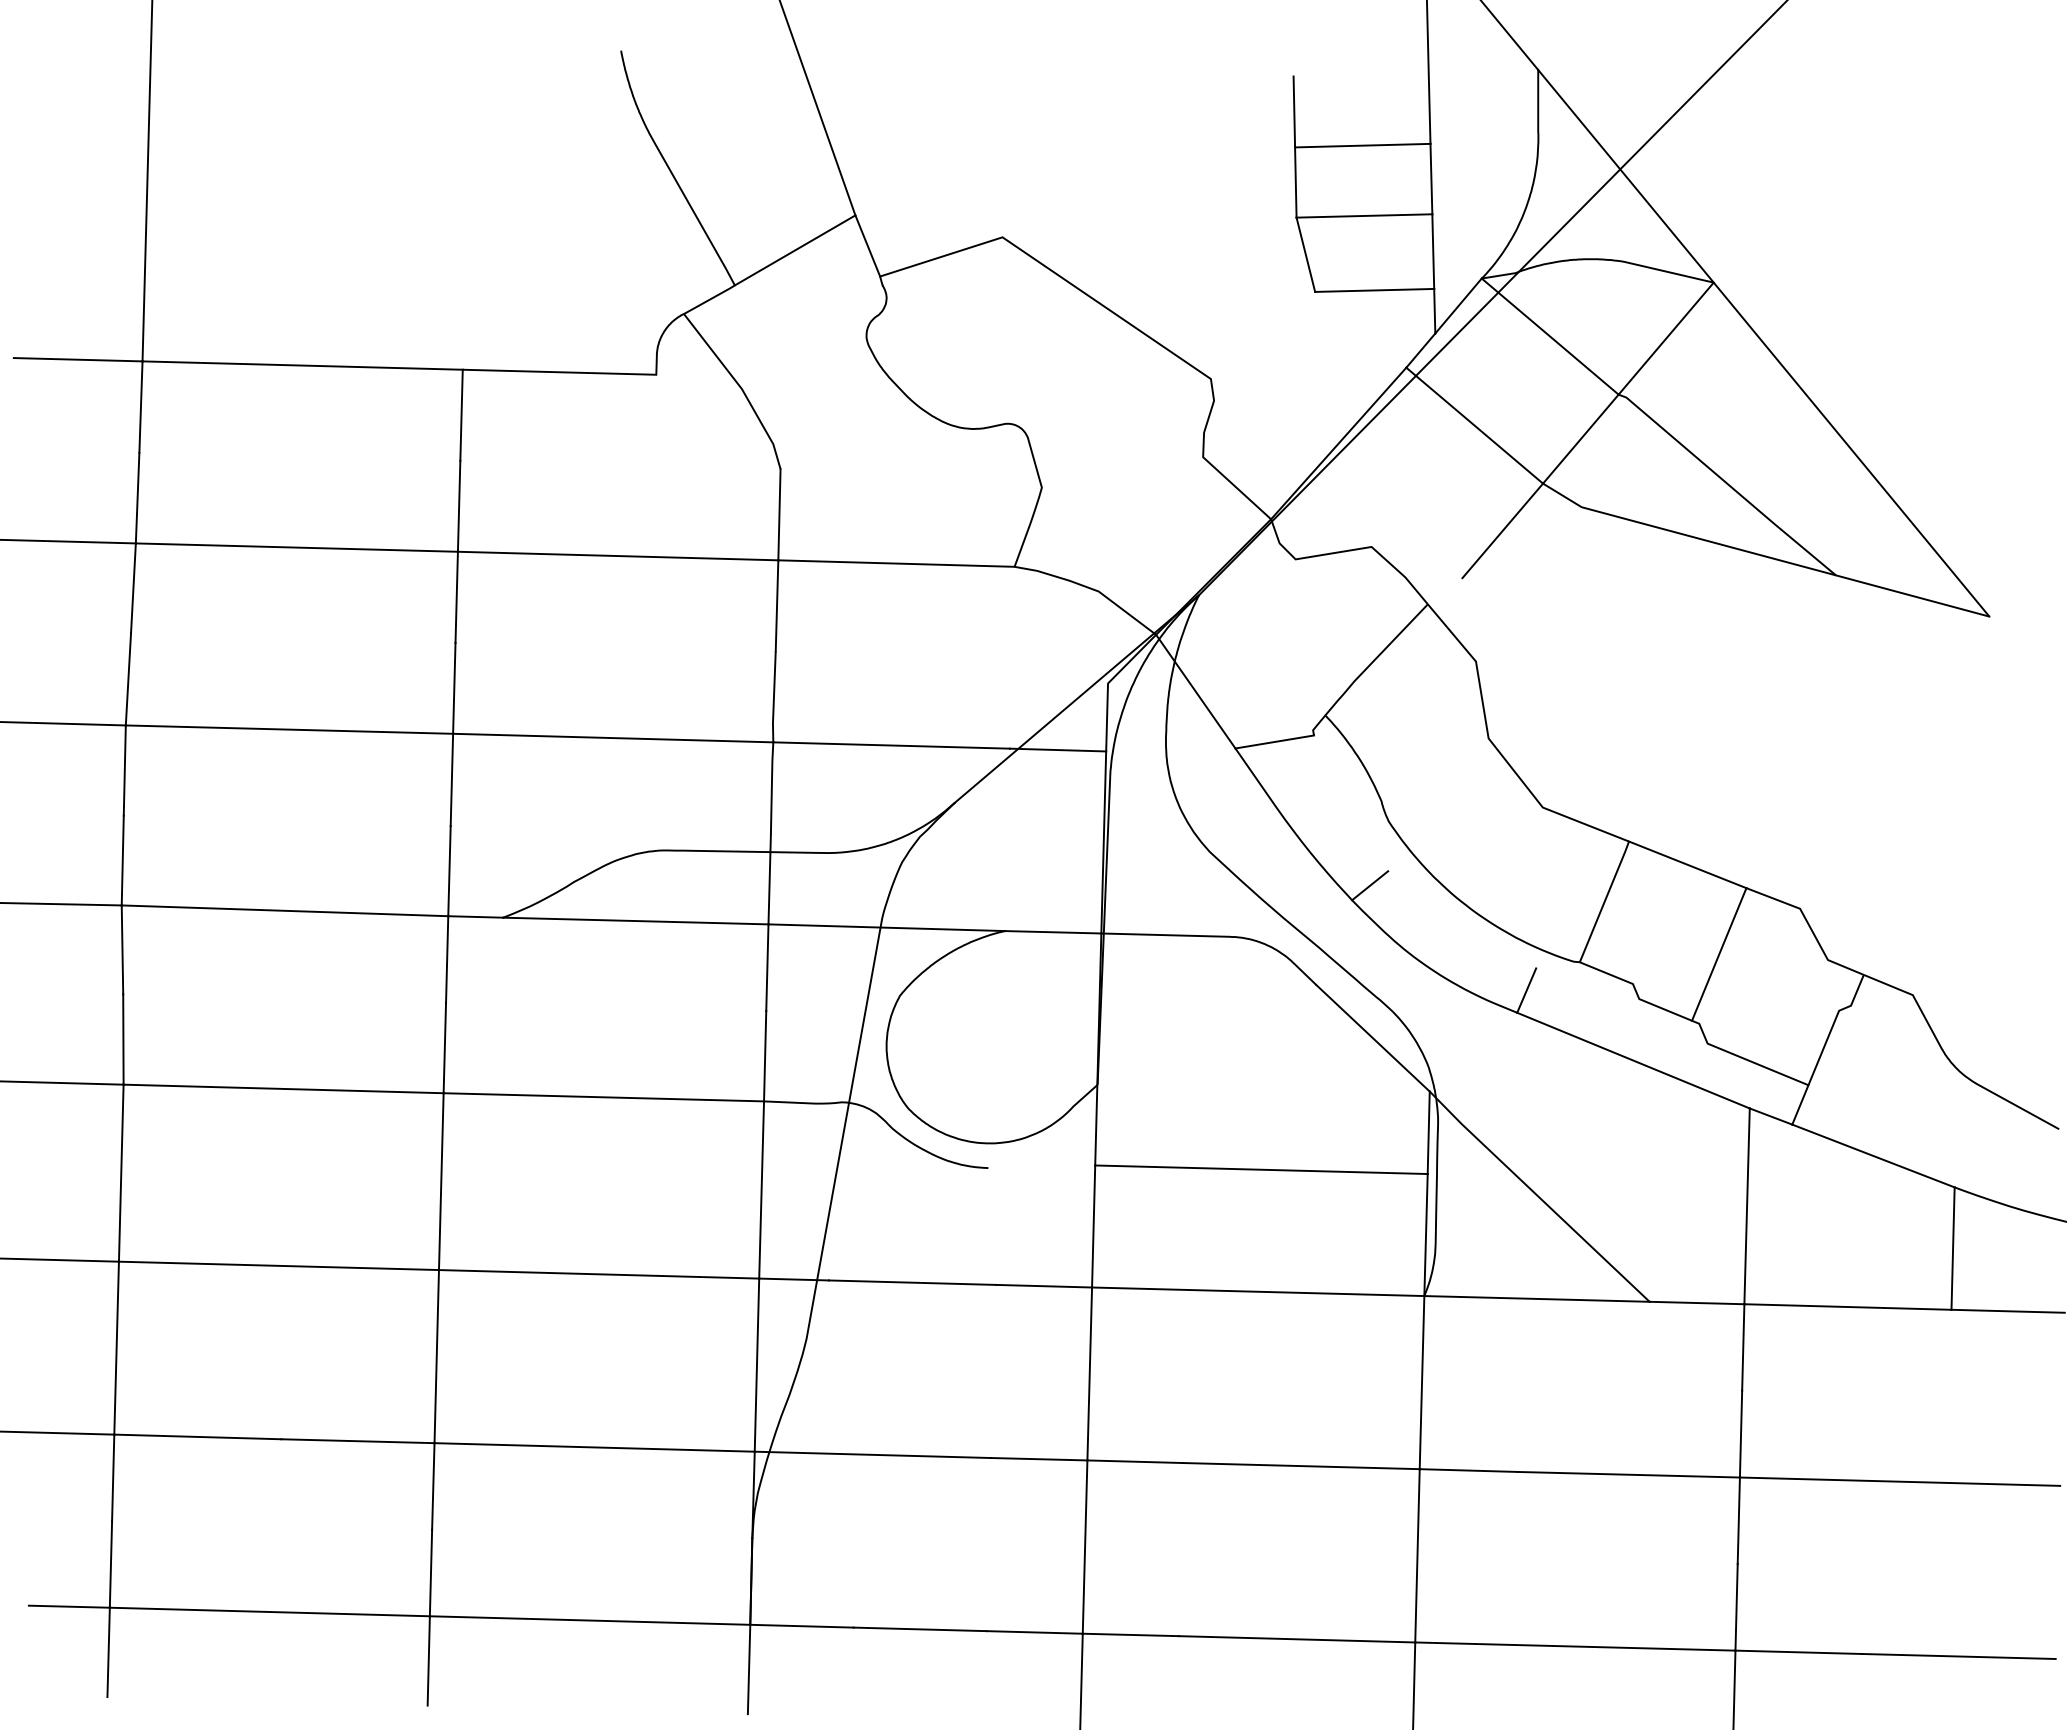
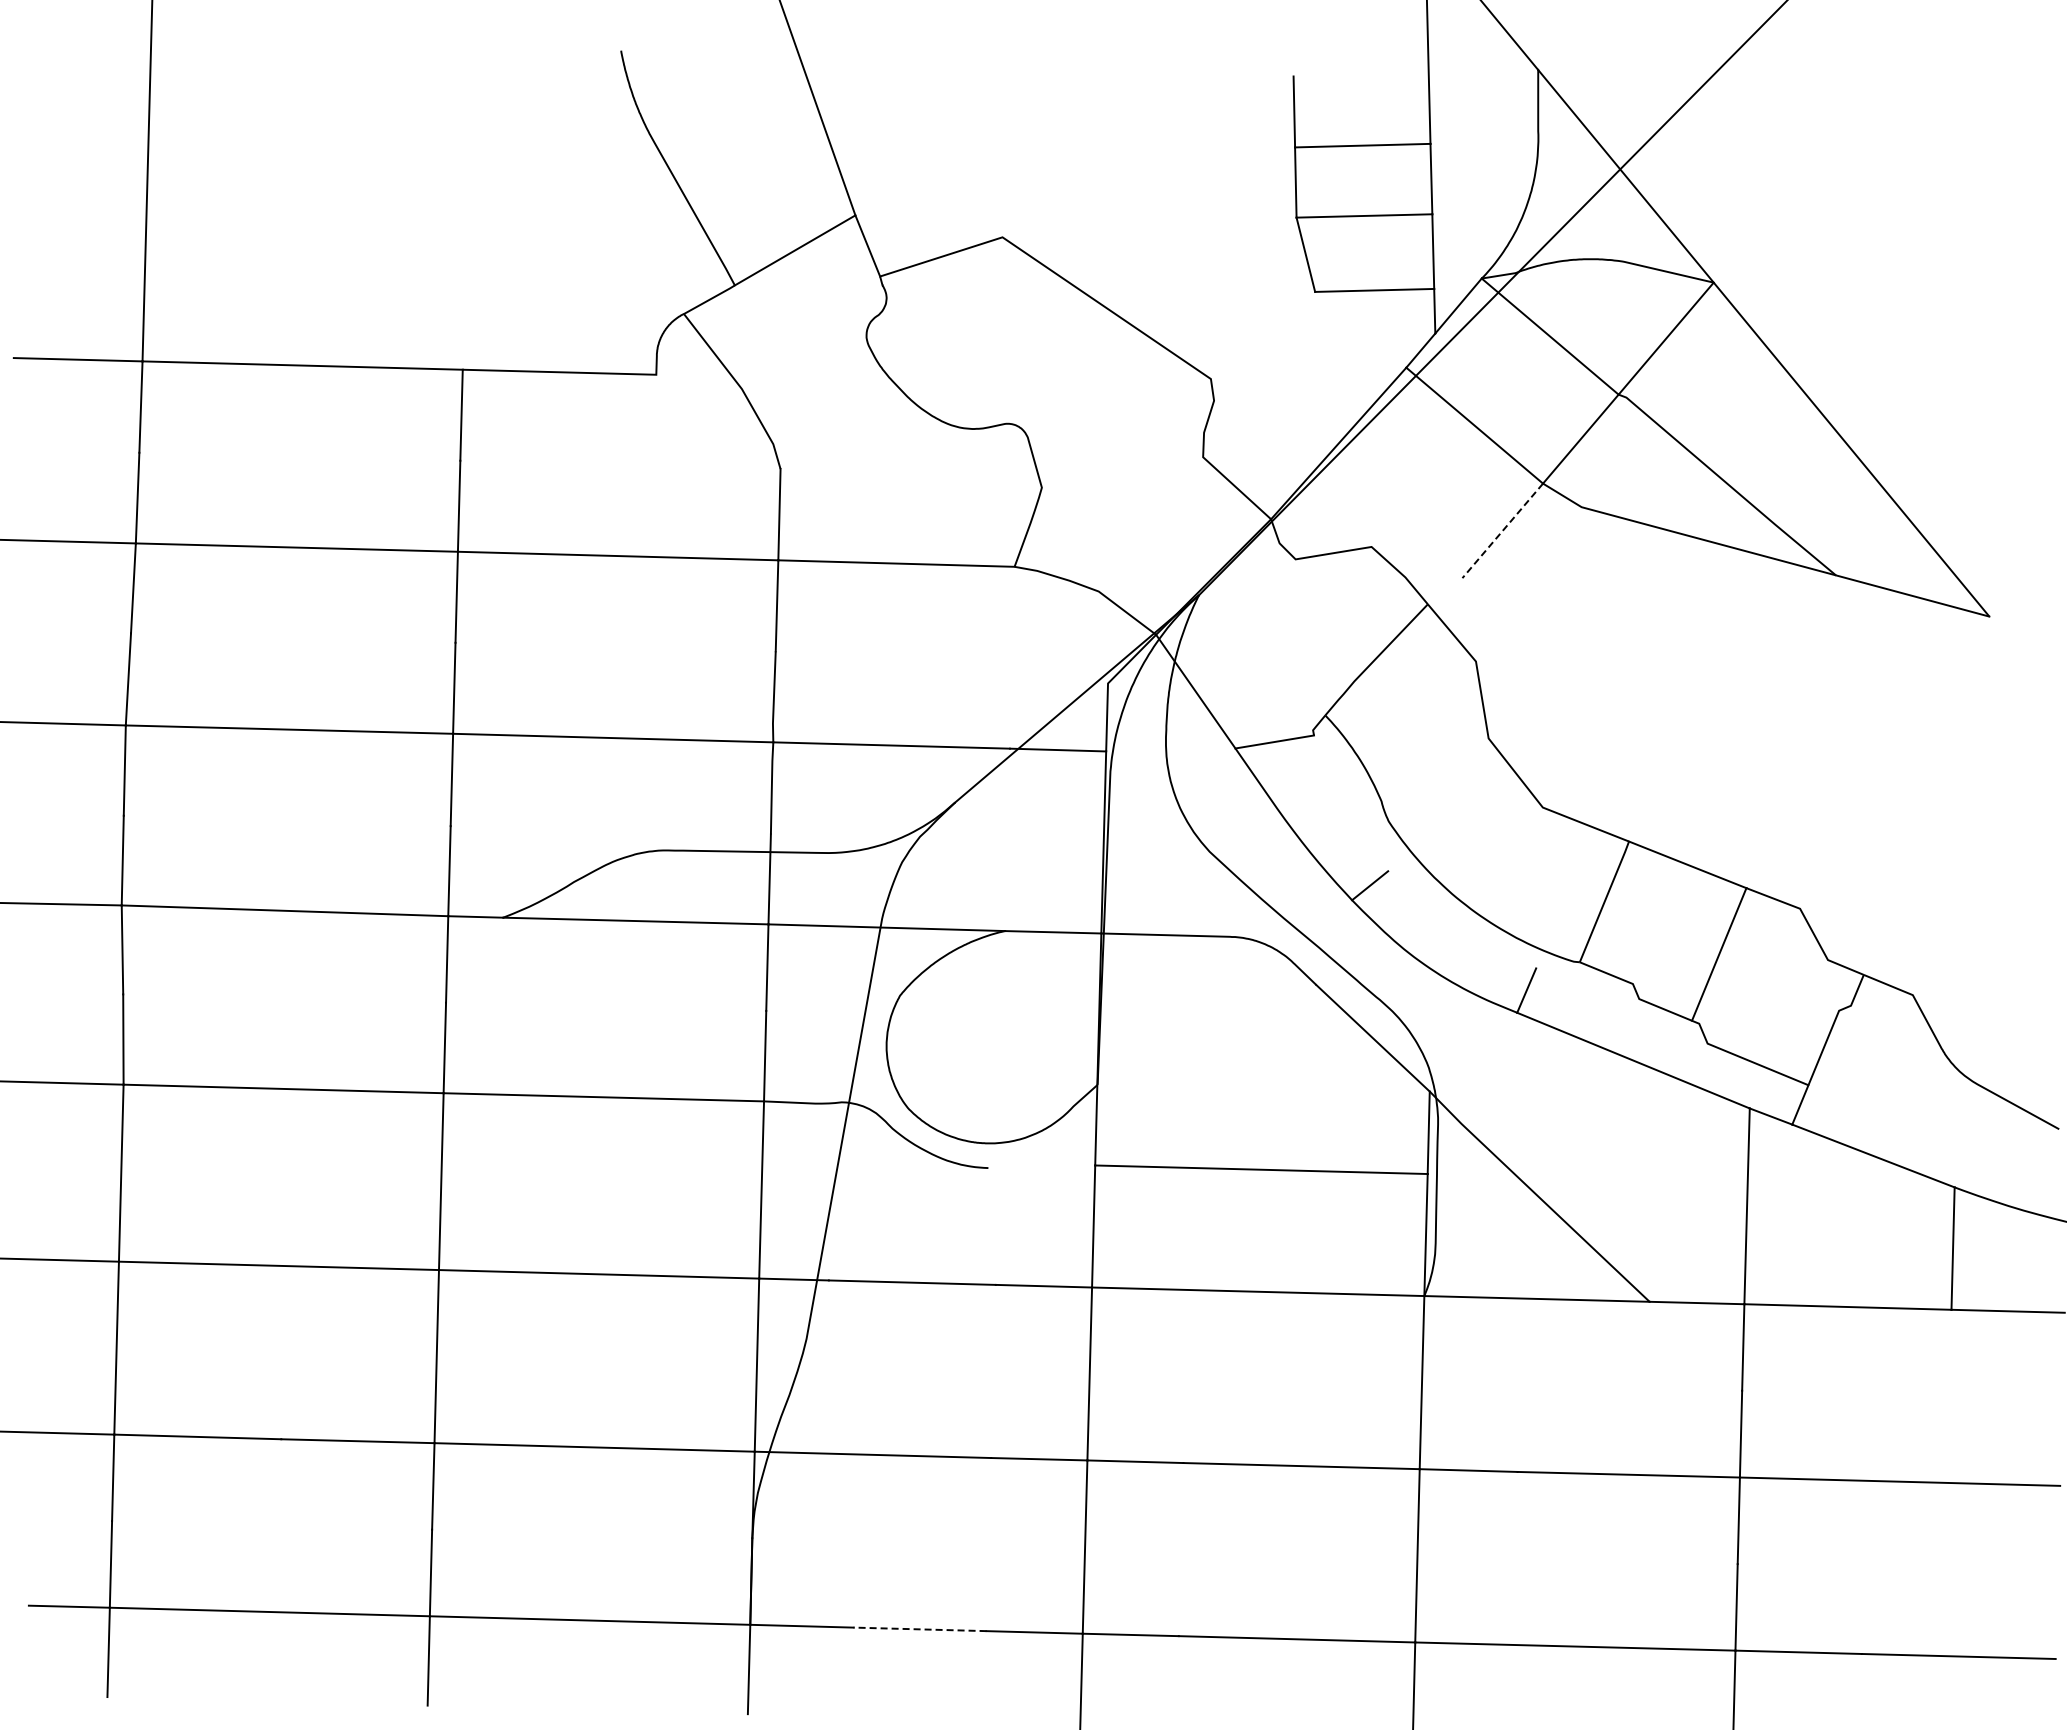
line at (1502, 531): solid -> dashed
line at (920, 1629): solid -> dashed
